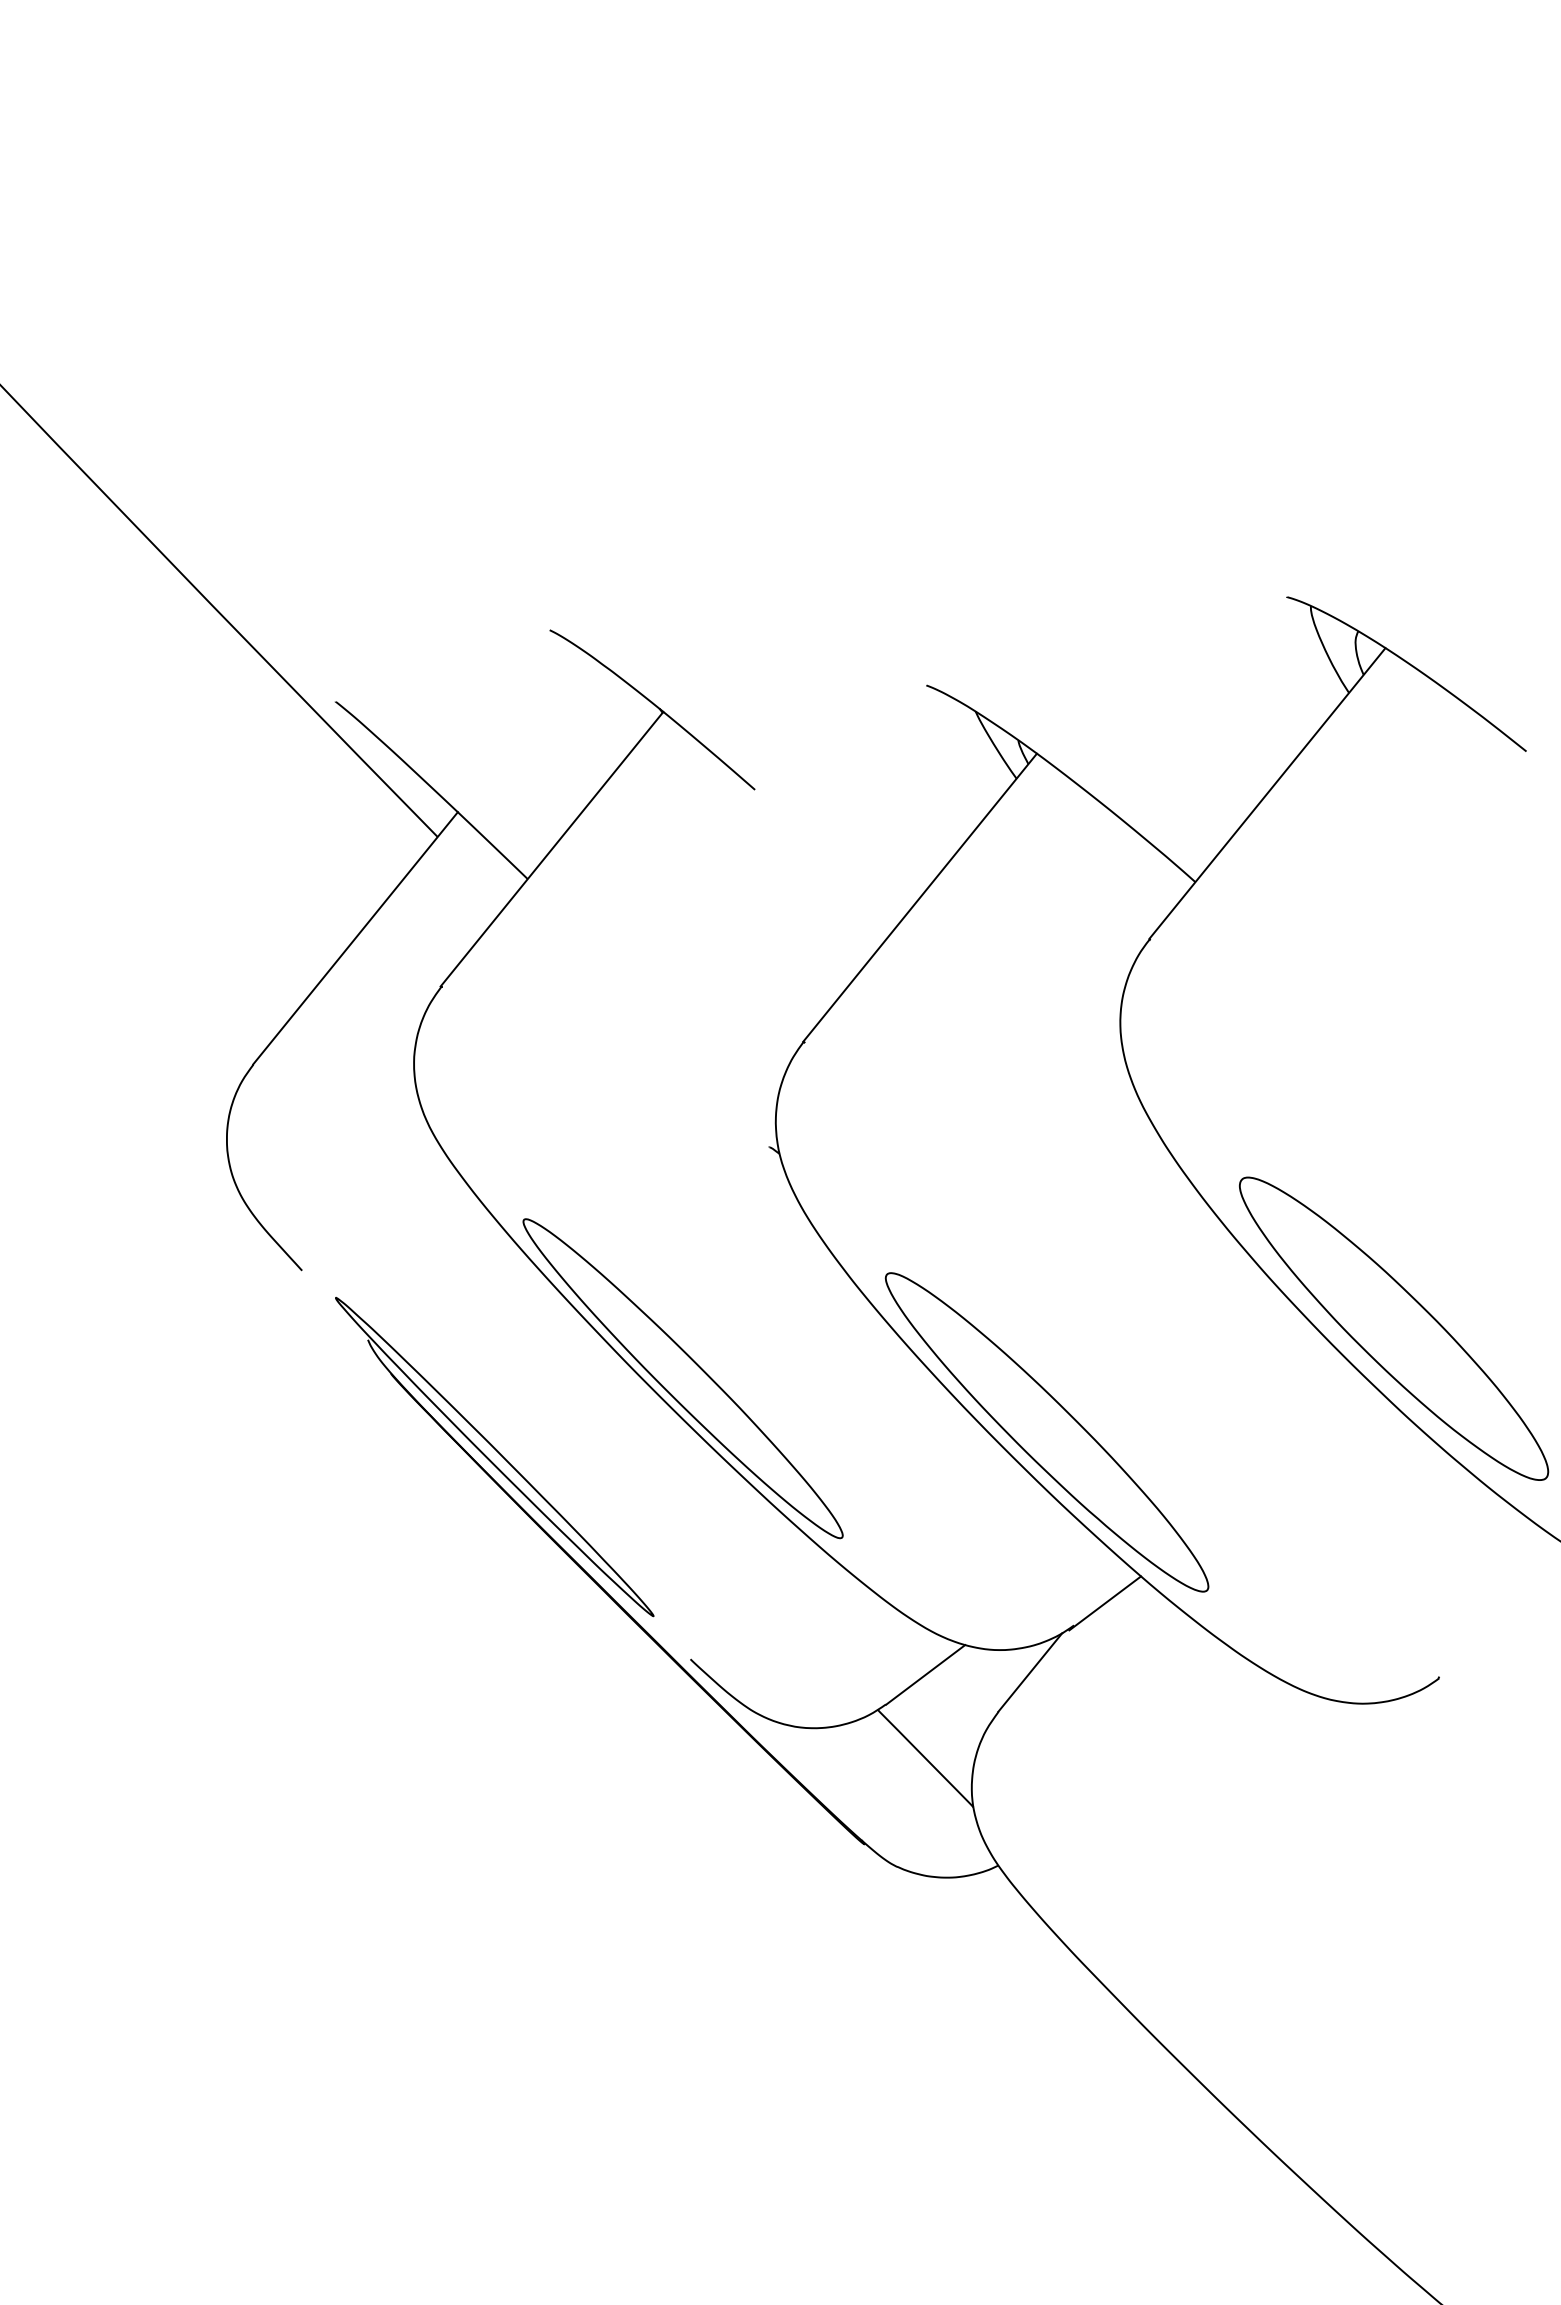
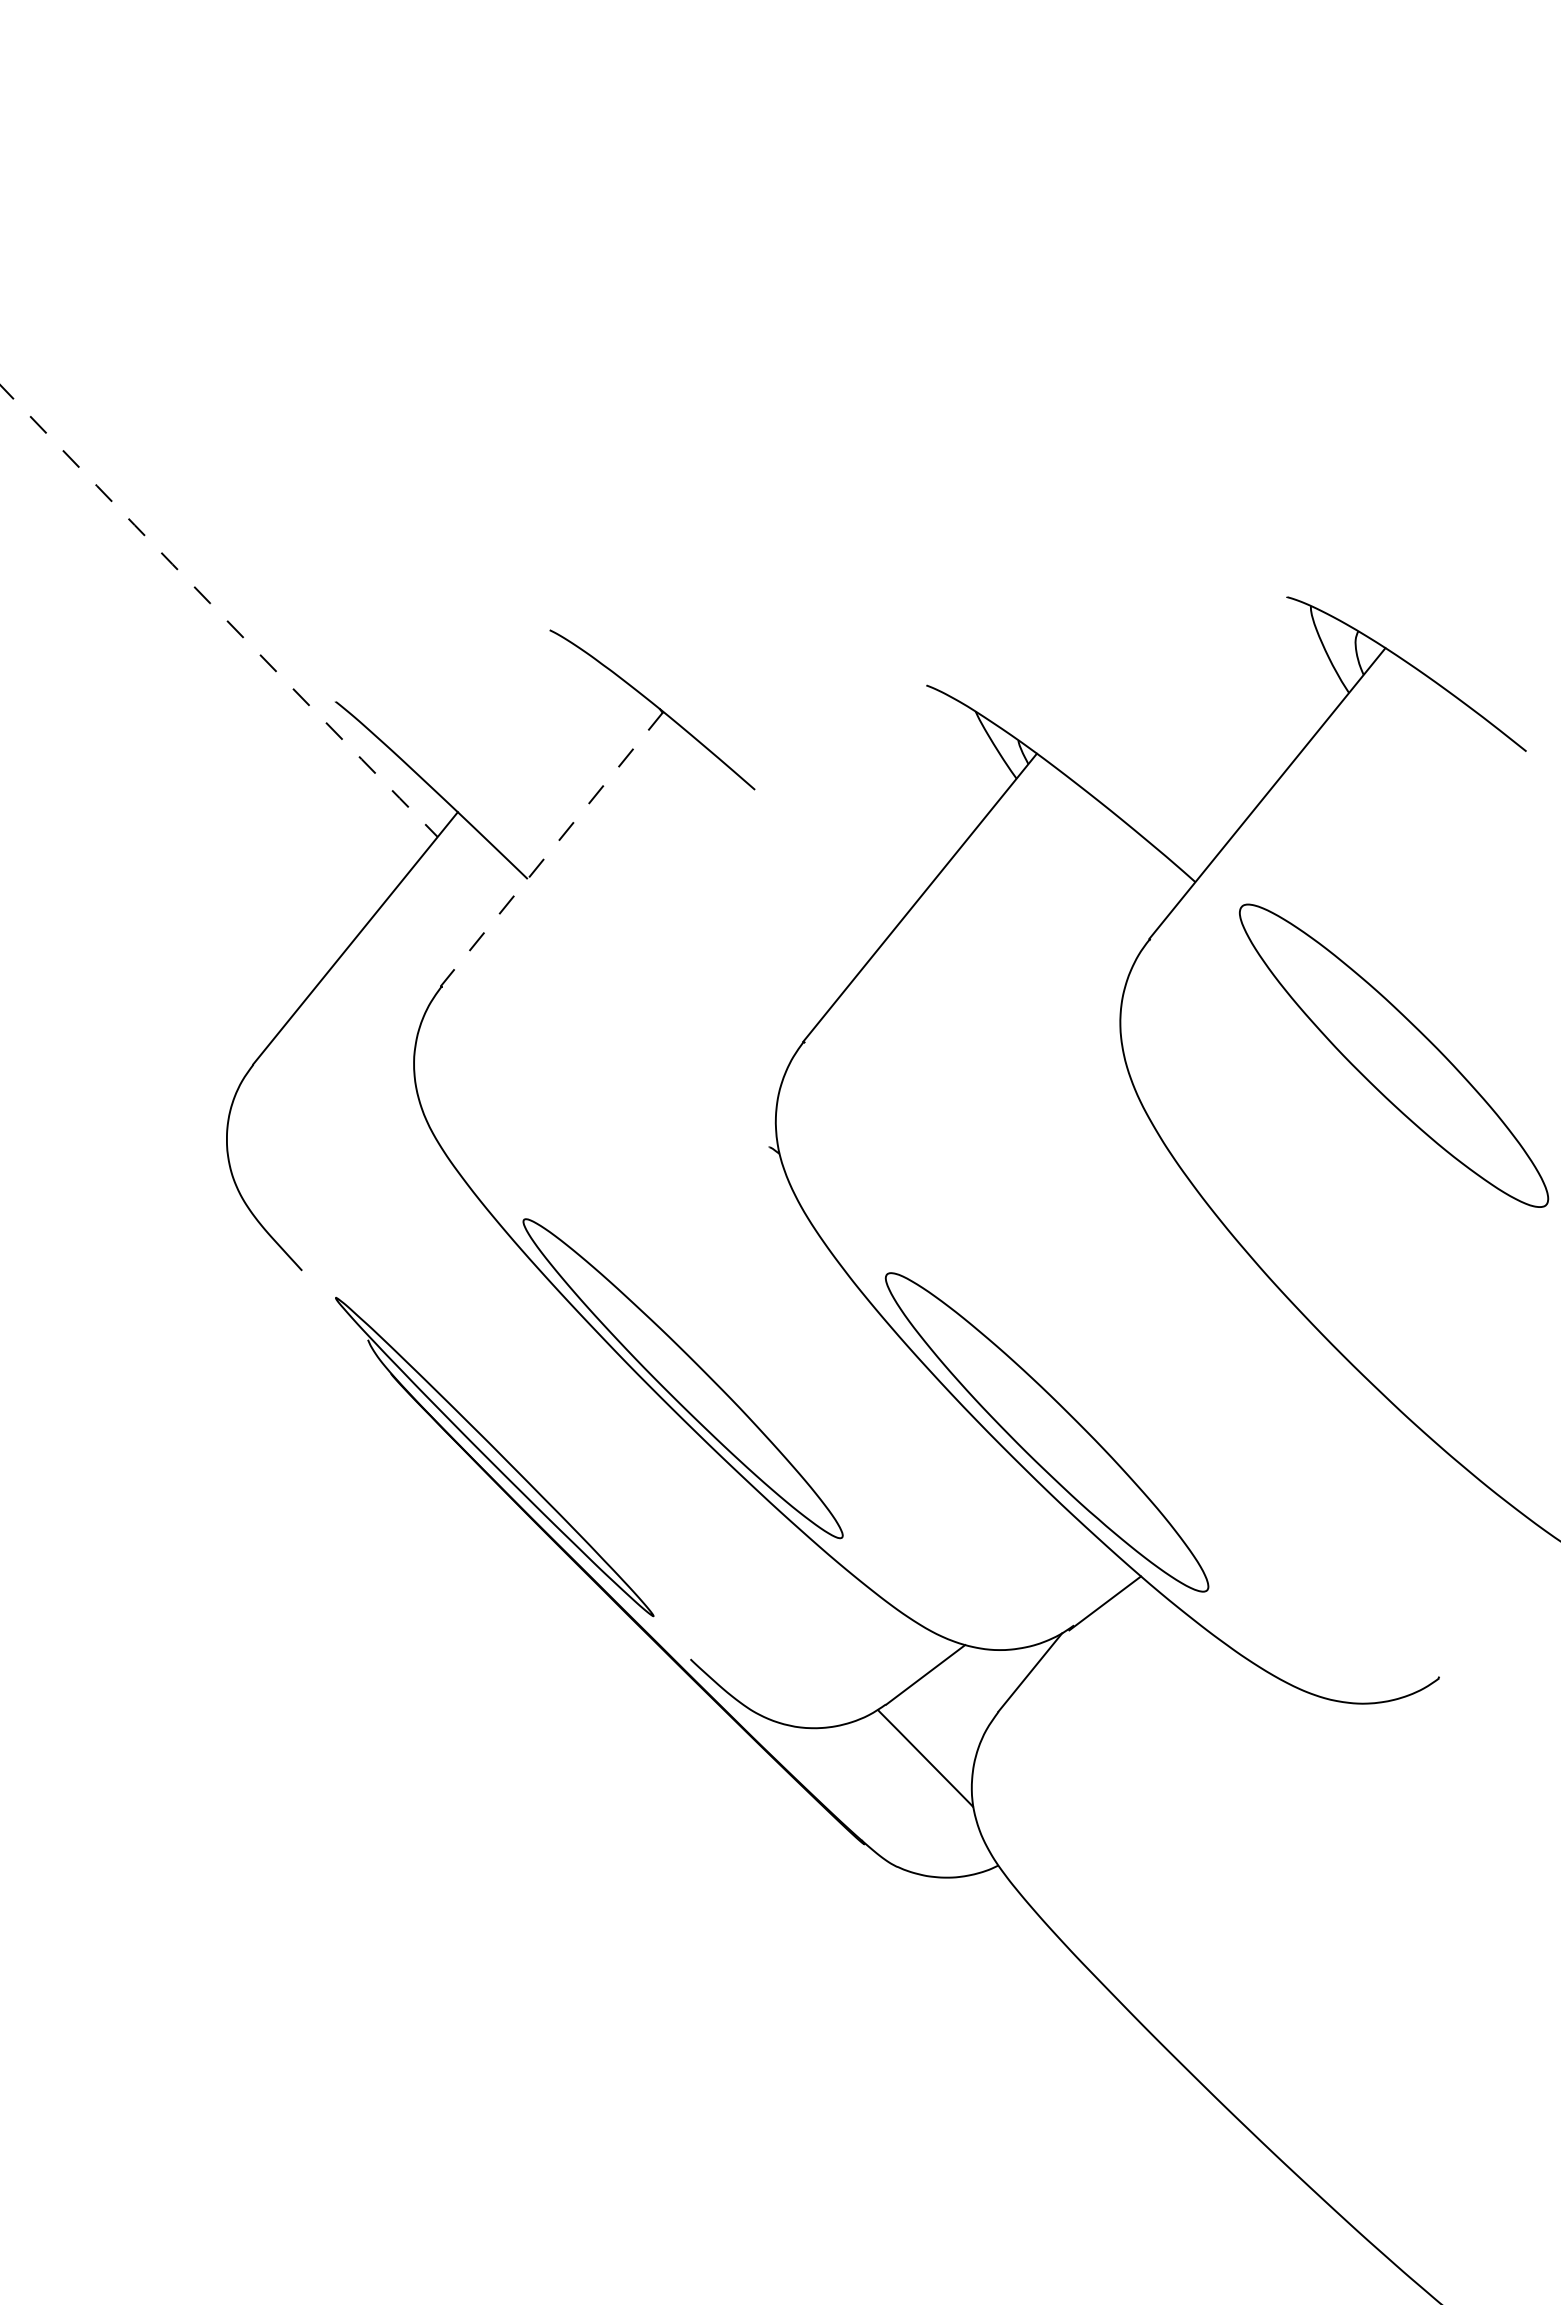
arc at (218, 611): solid -> dashed
line at (551, 849): solid -> dashed
part at (1394, 1328) position: (1394, 1328) -> (1394, 1055)
